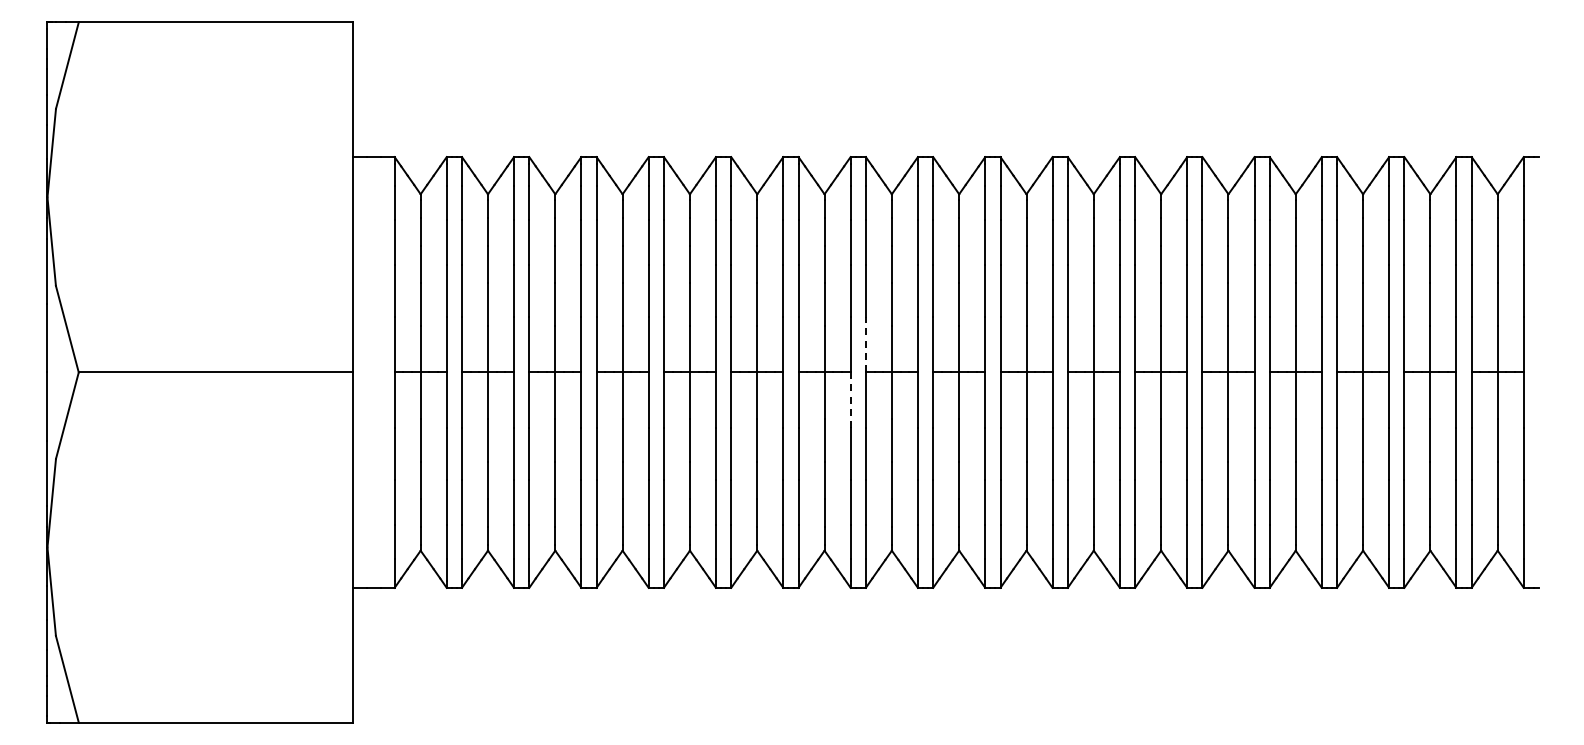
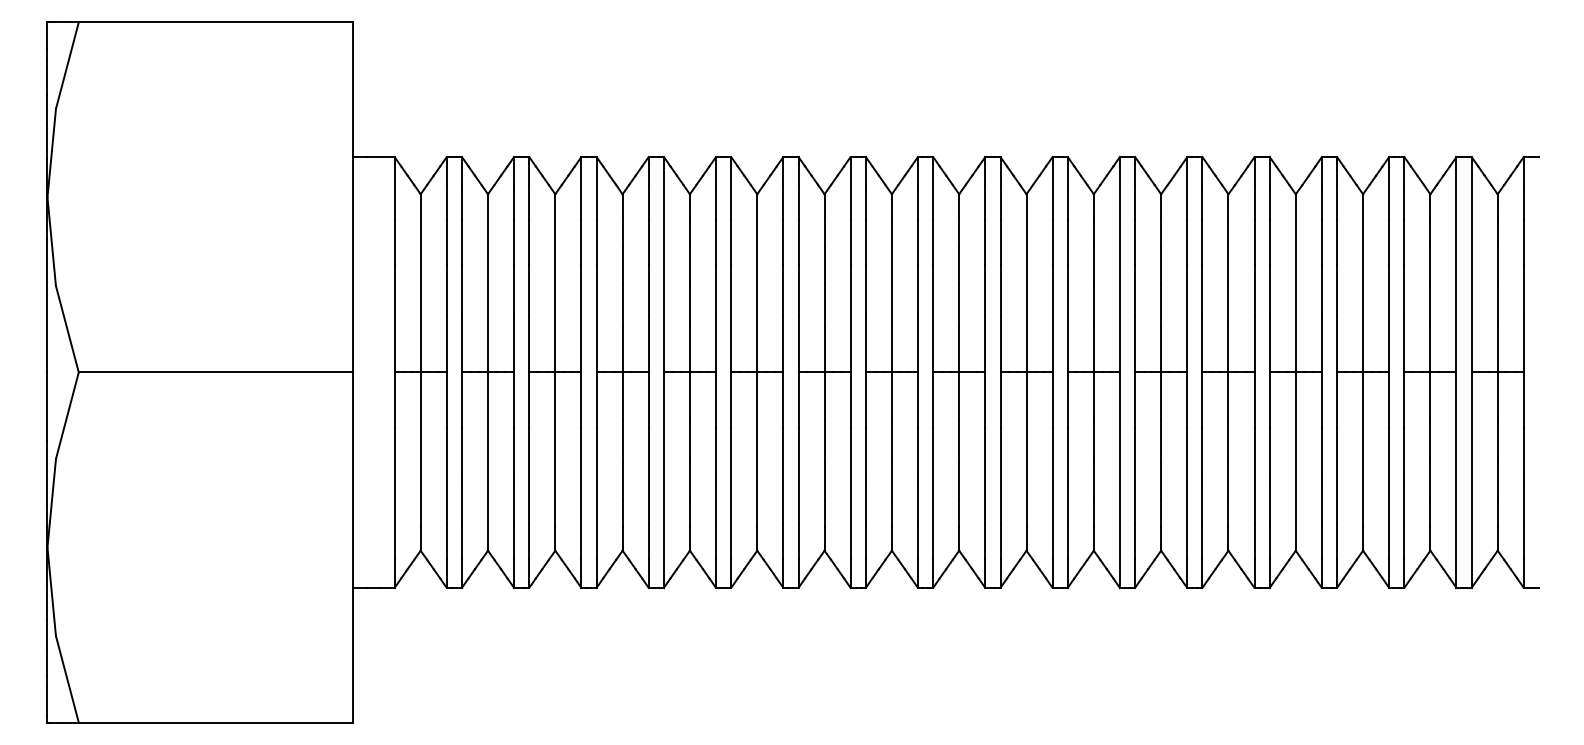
line at (865, 344): dashed -> solid
line at (850, 400): dashed -> solid
